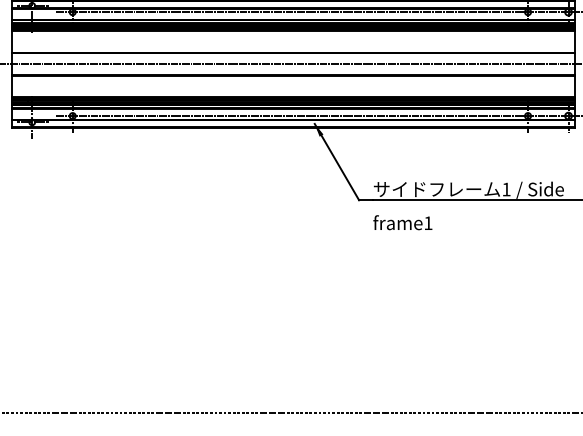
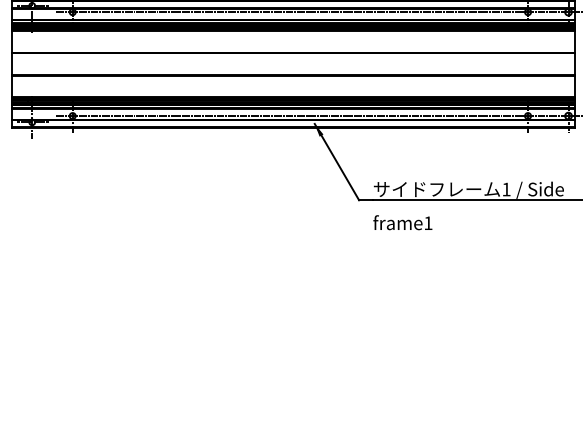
line at (290, 64): present -> none
line at (290, 413): present -> none
